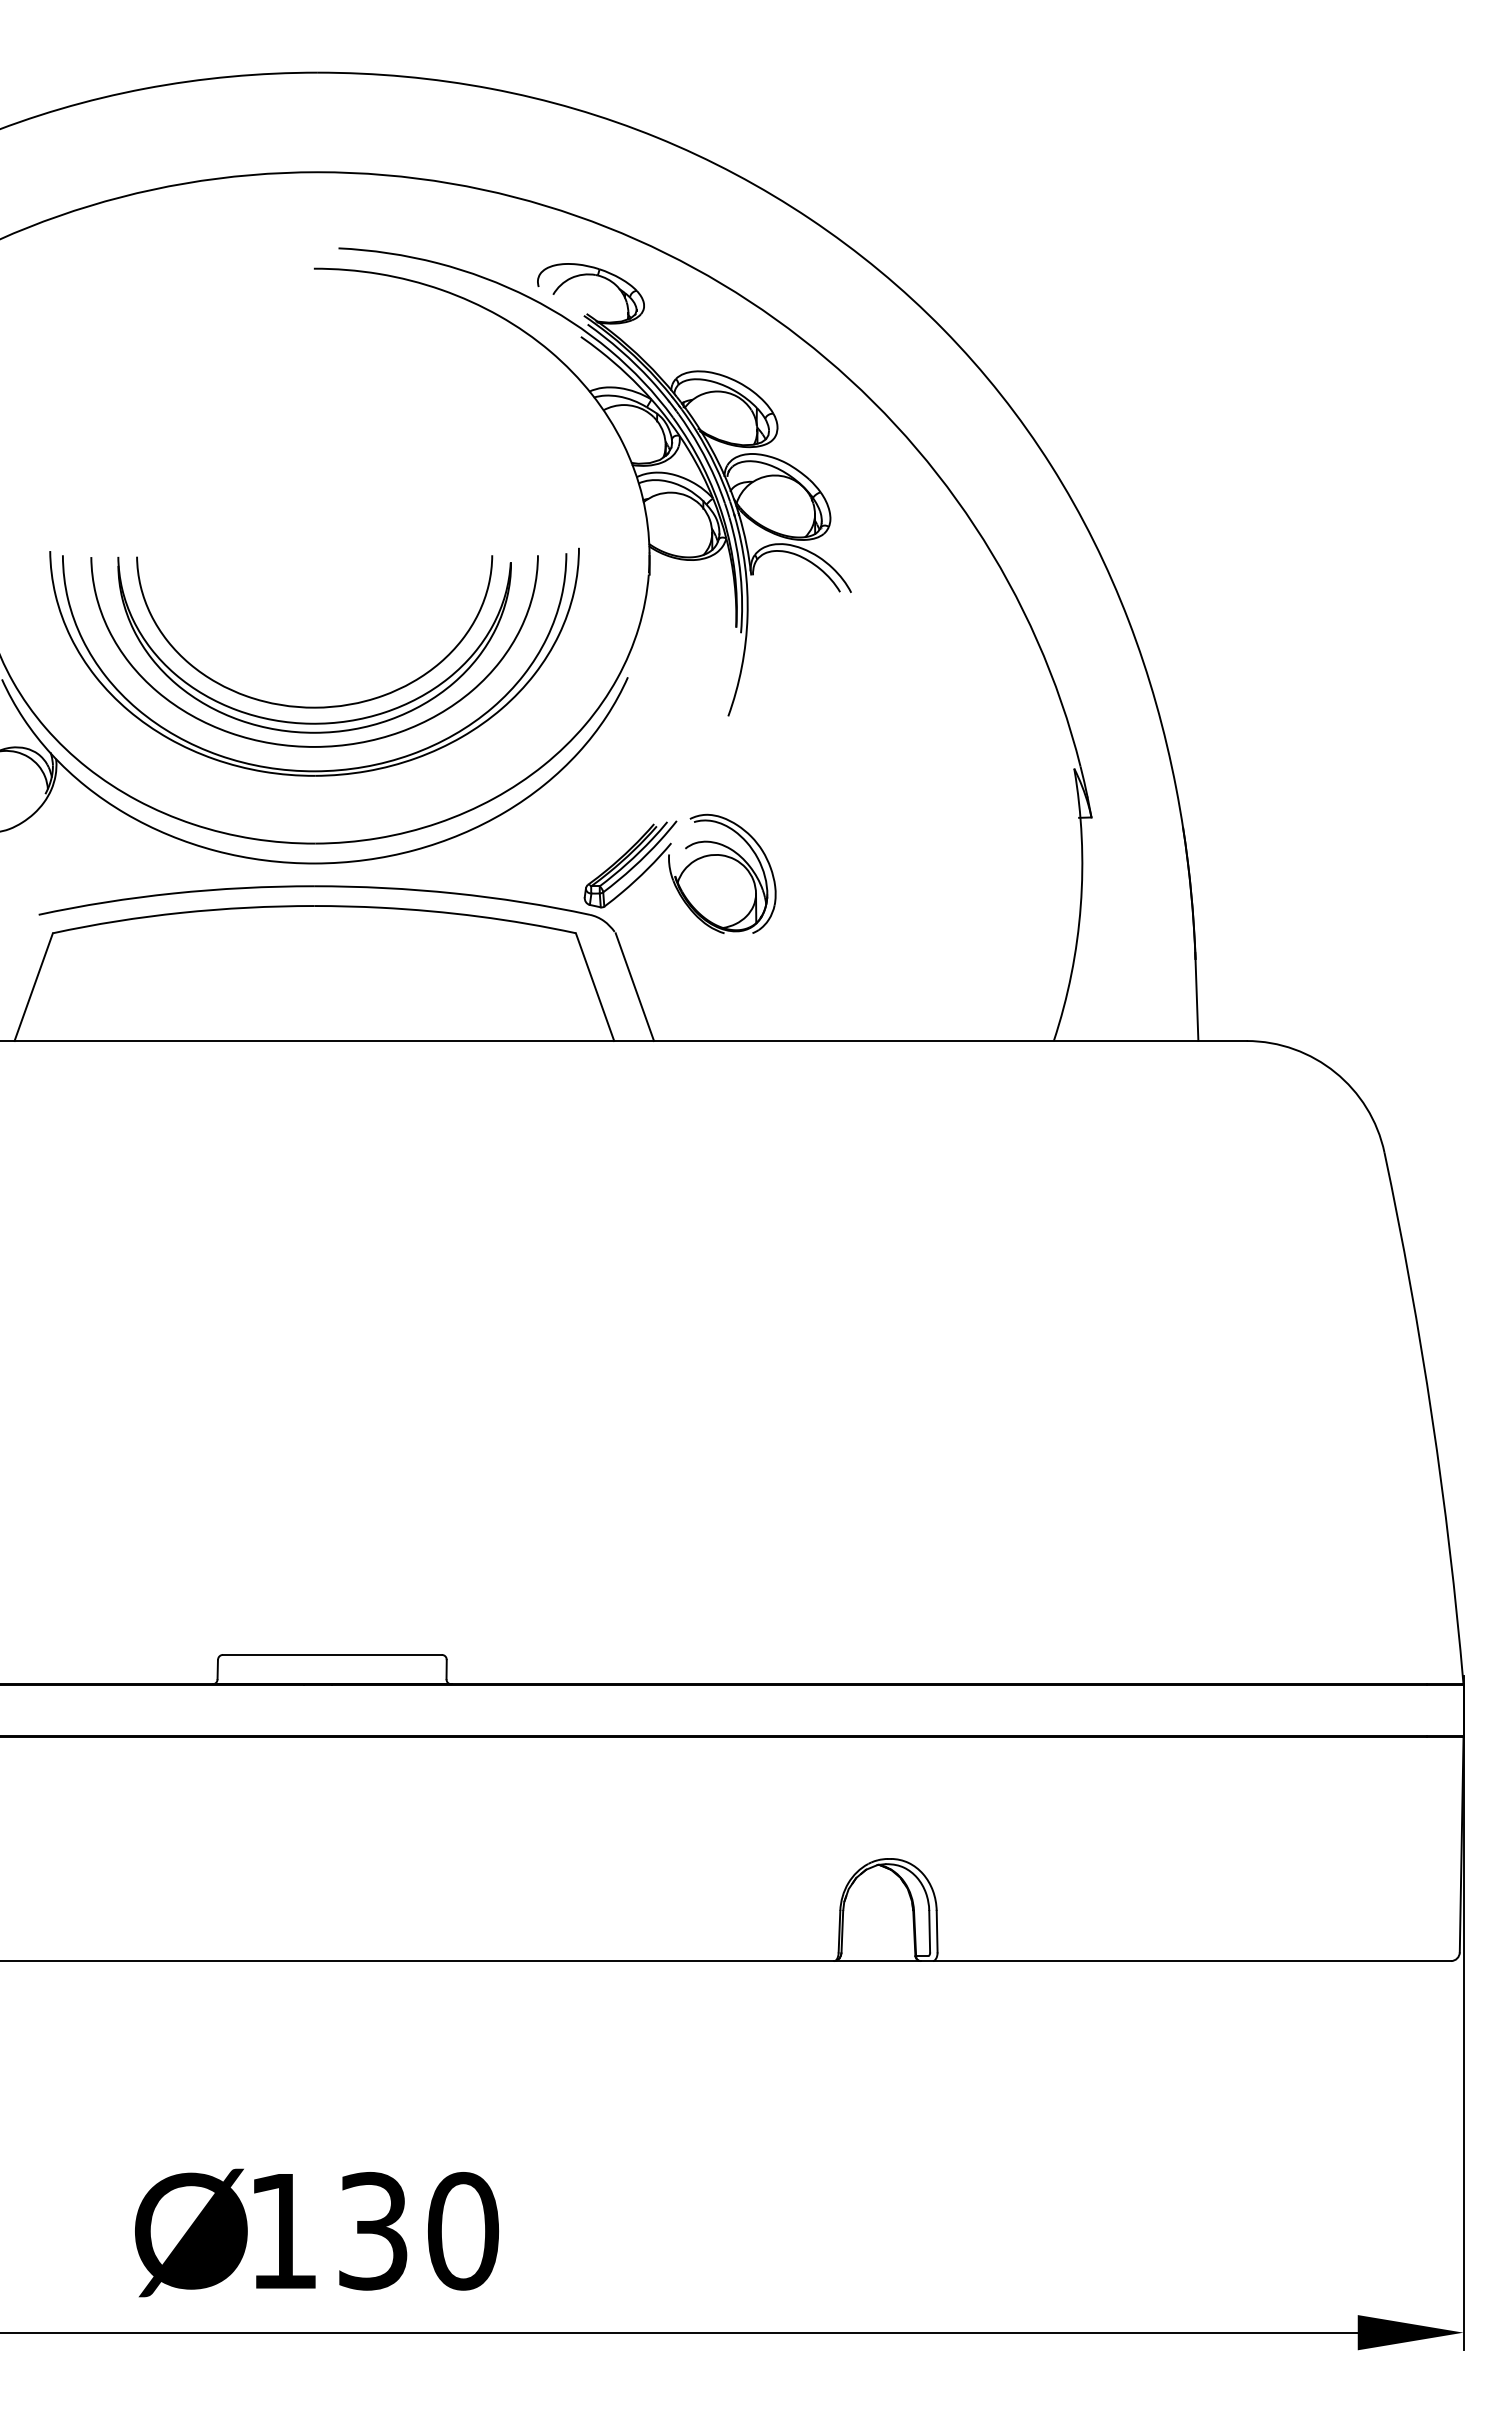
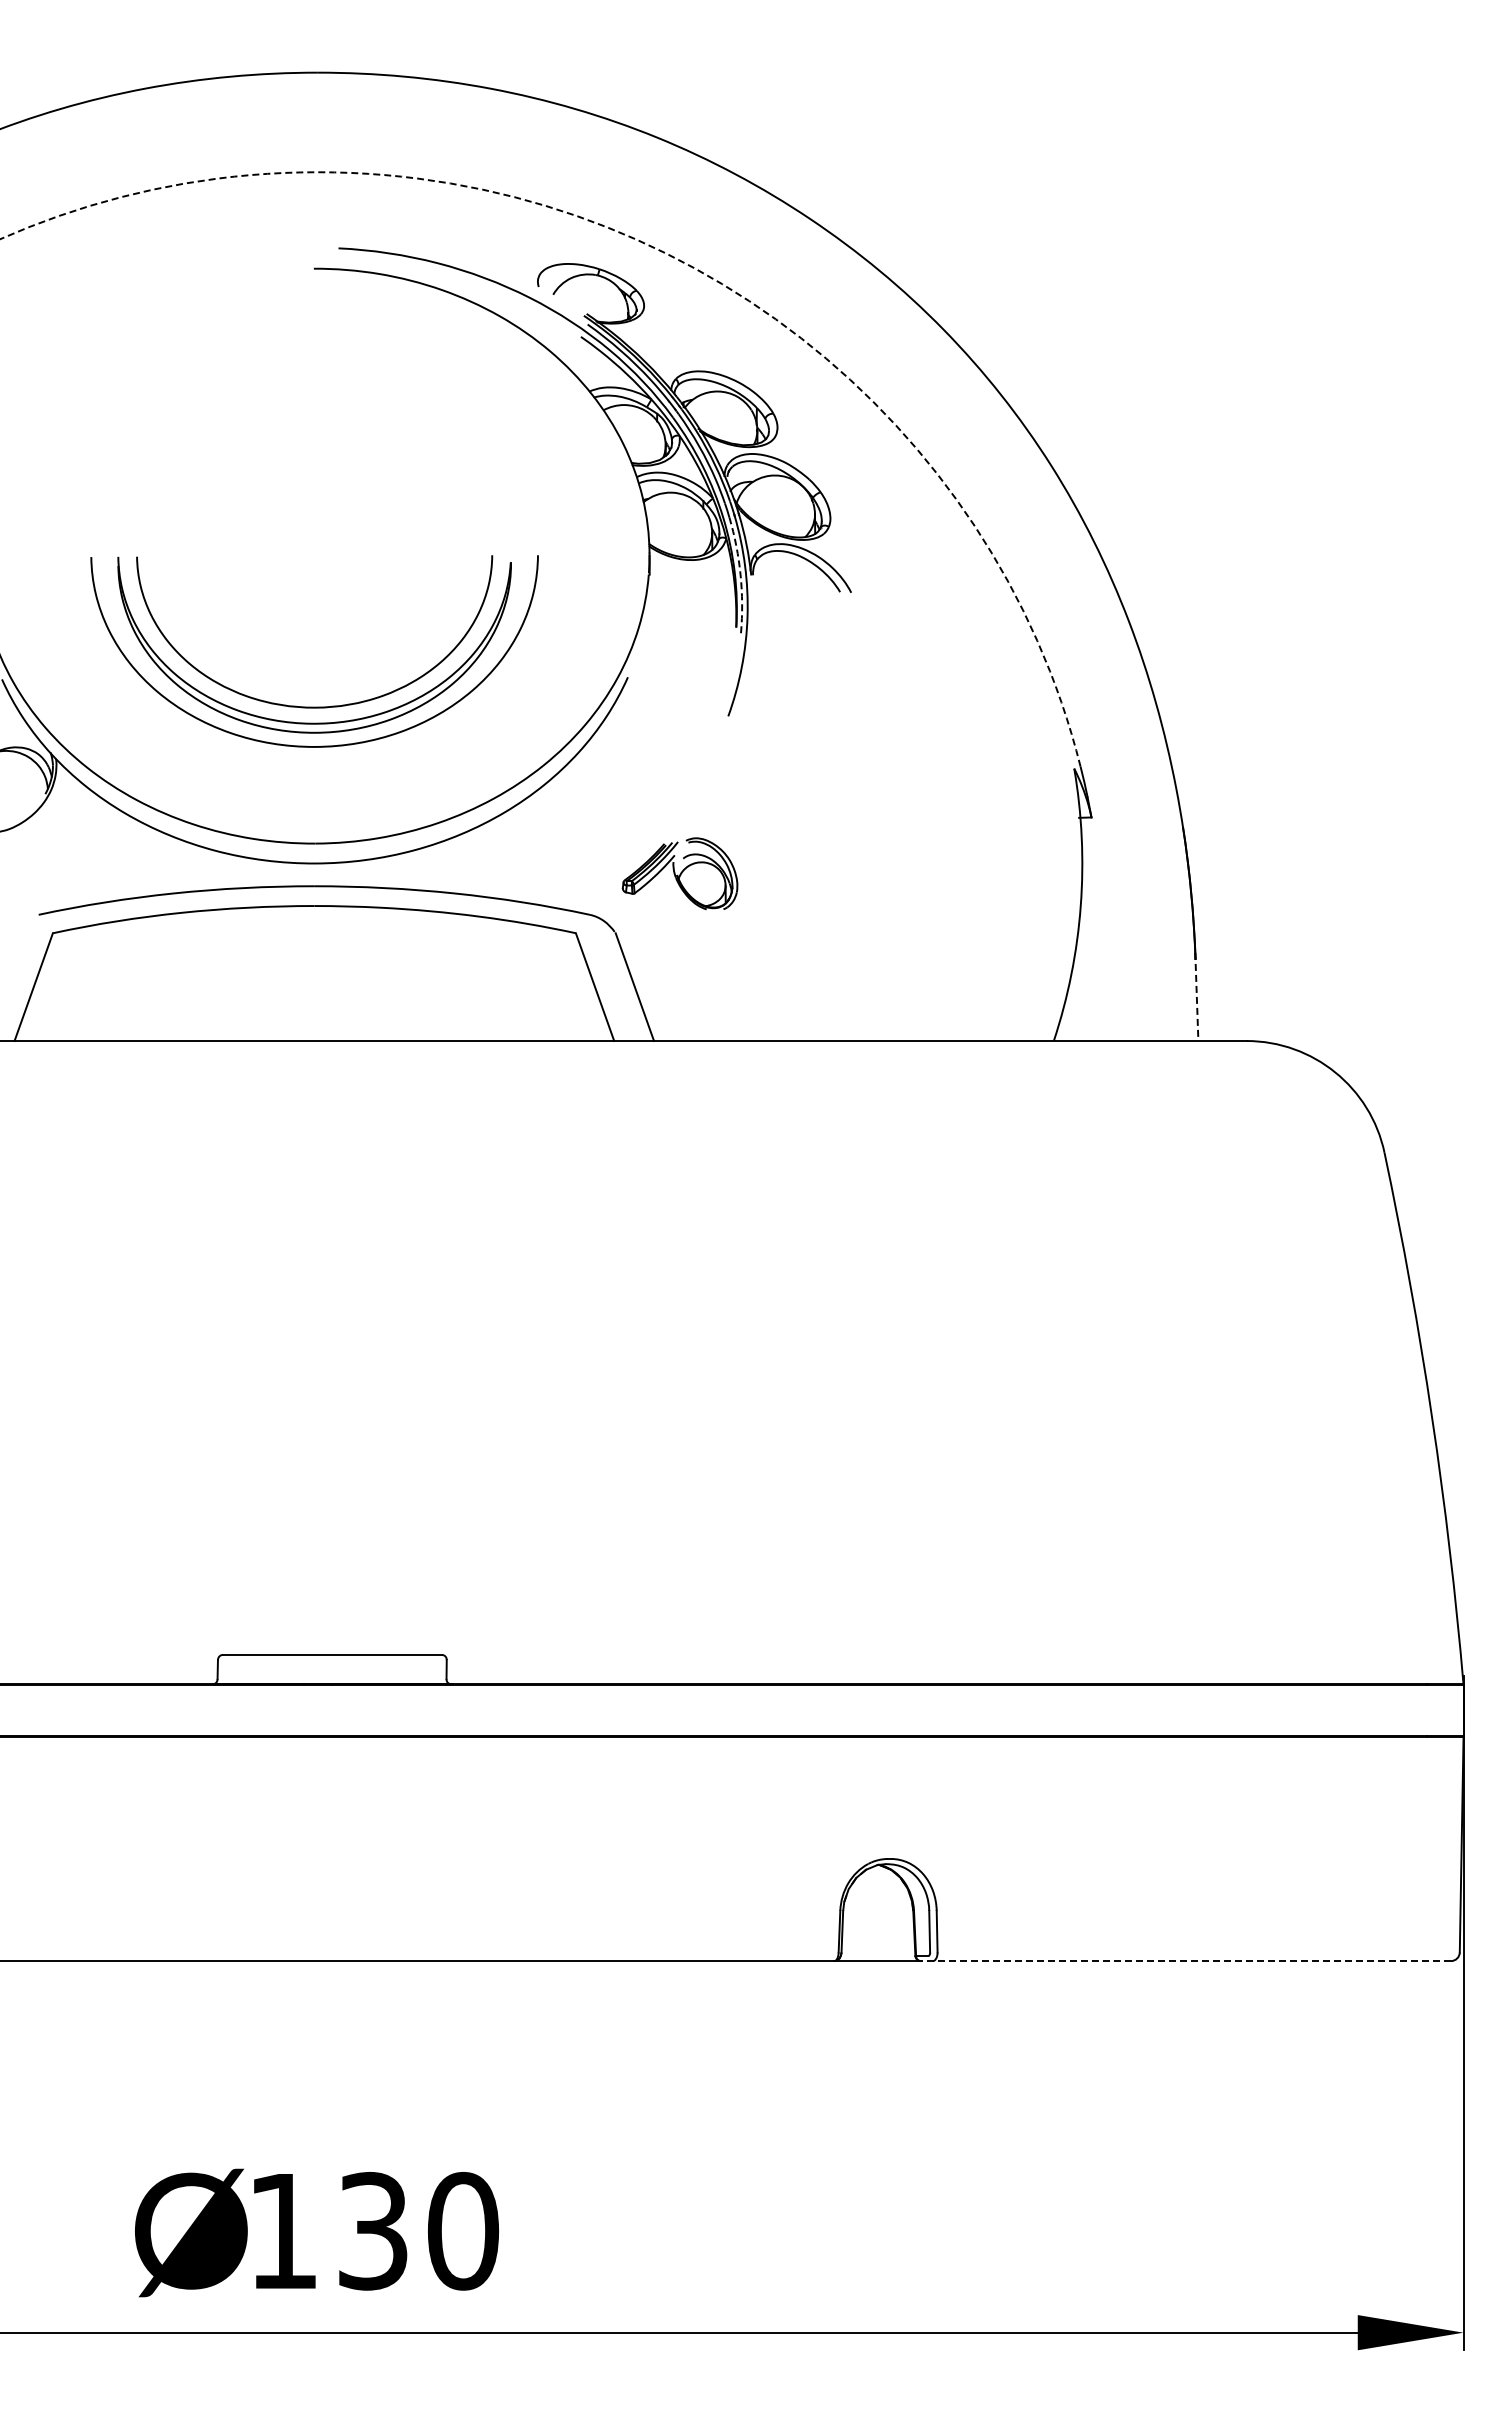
arc at (664, 252): solid -> dashed
arc at (740, 574): solid -> dashed
part at (314, 770): present -> none
part at (679, 873) size: 194x121 px -> 118x74 px
line at (1196, 997): solid -> dashed
line at (1185, 1961): solid -> dashed
